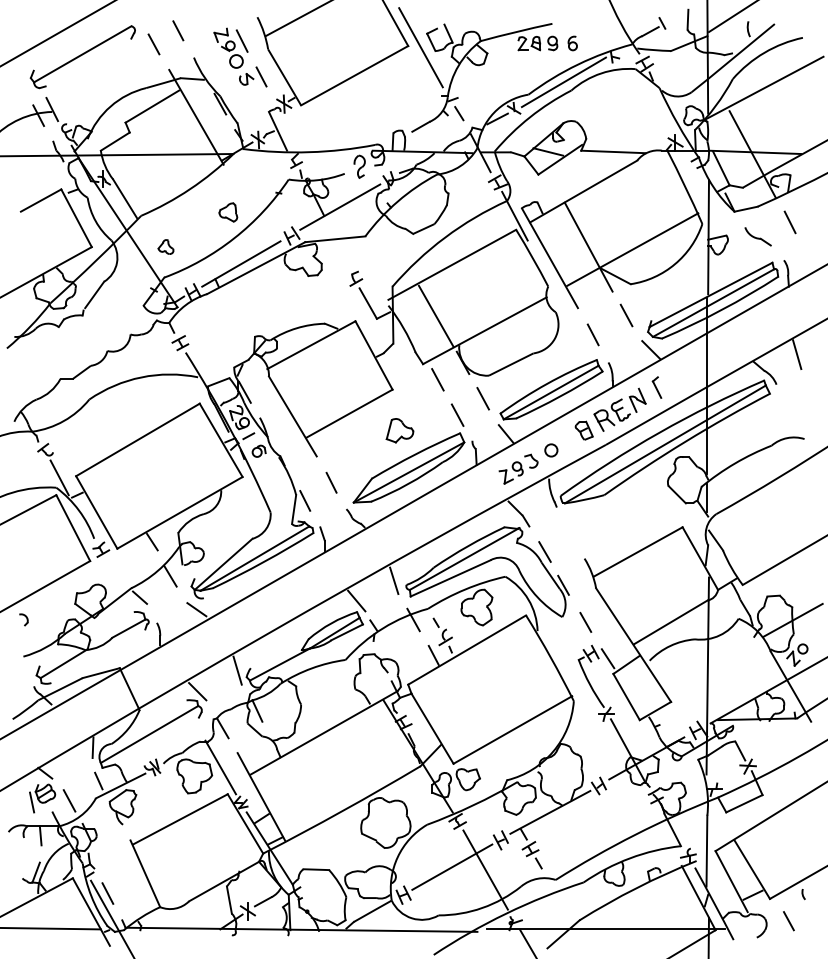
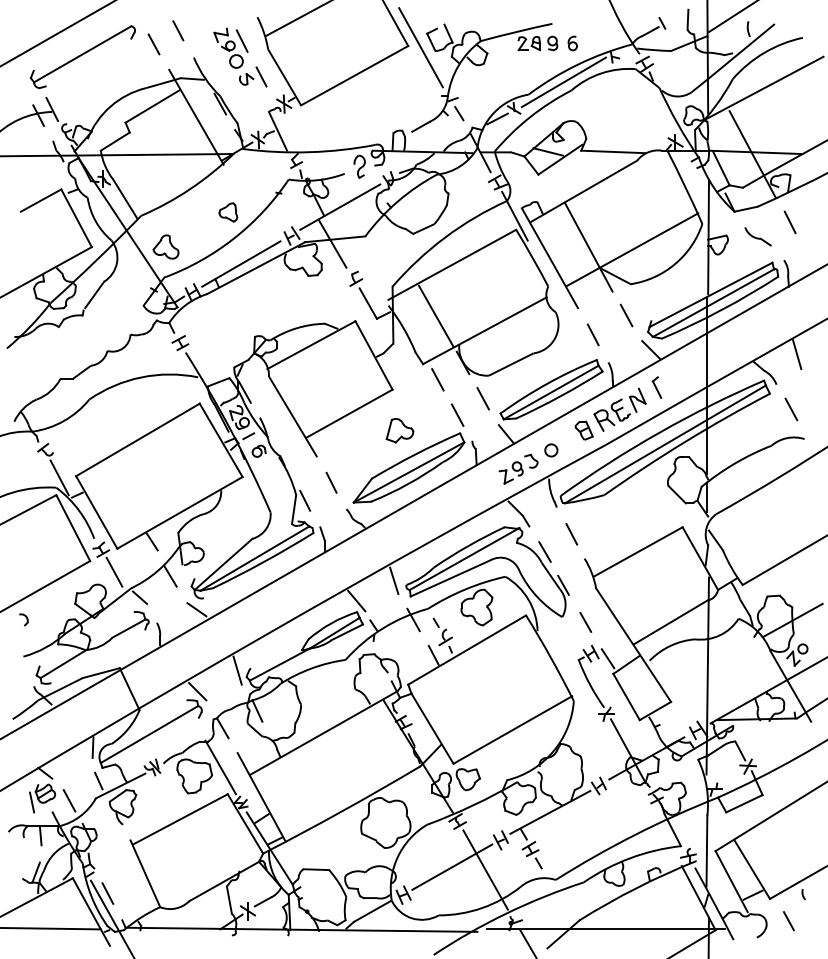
line at (332, 243): none -> present
part at (165, 246) size: 18x16 px -> 28x26 px
line at (791, 409): none -> present
line at (571, 534): none -> present
line at (114, 571): none -> present
